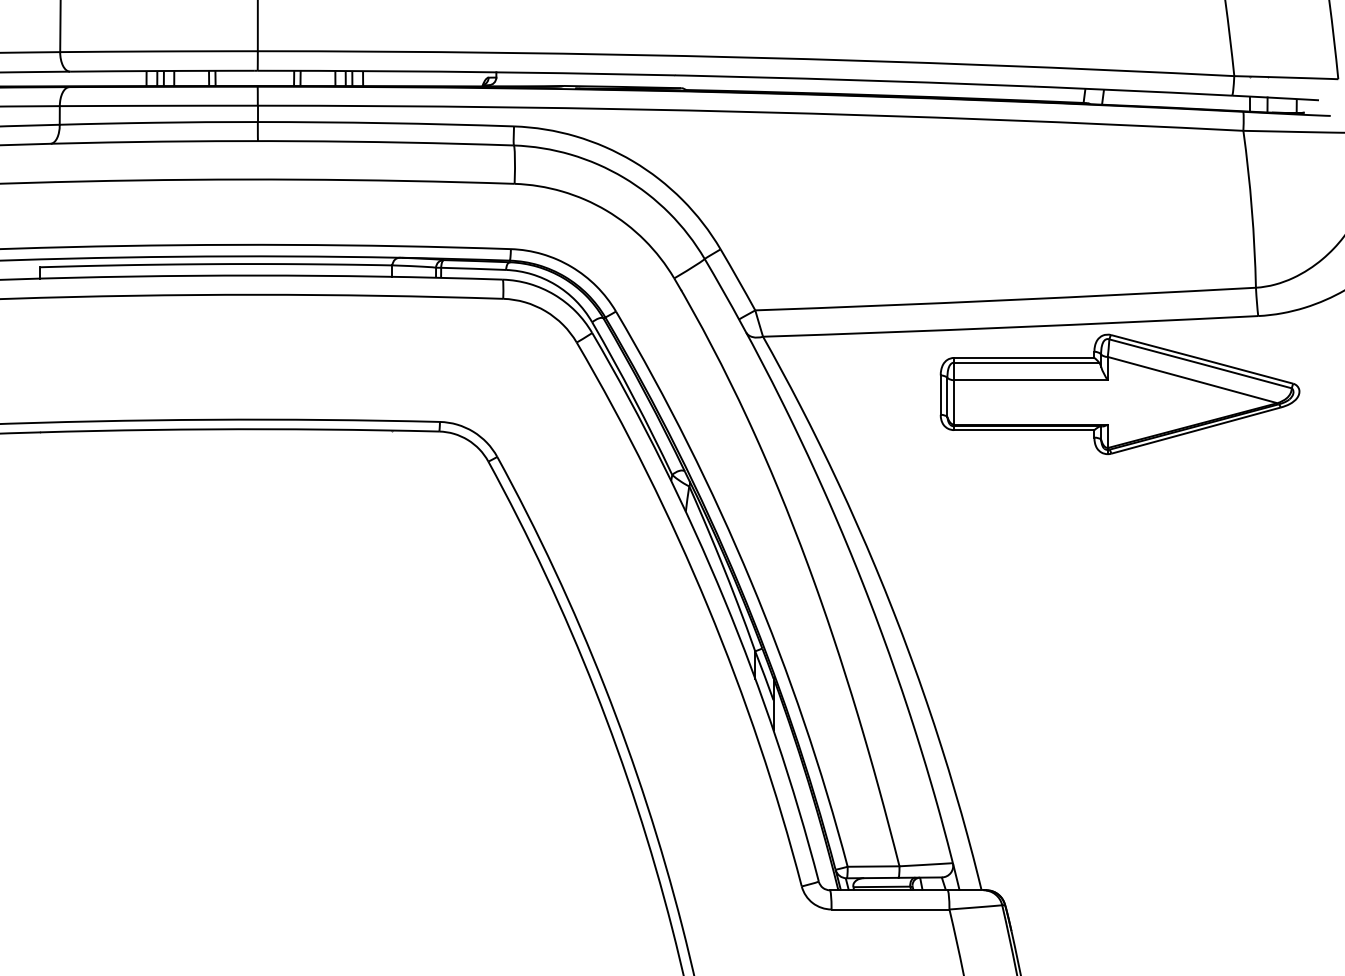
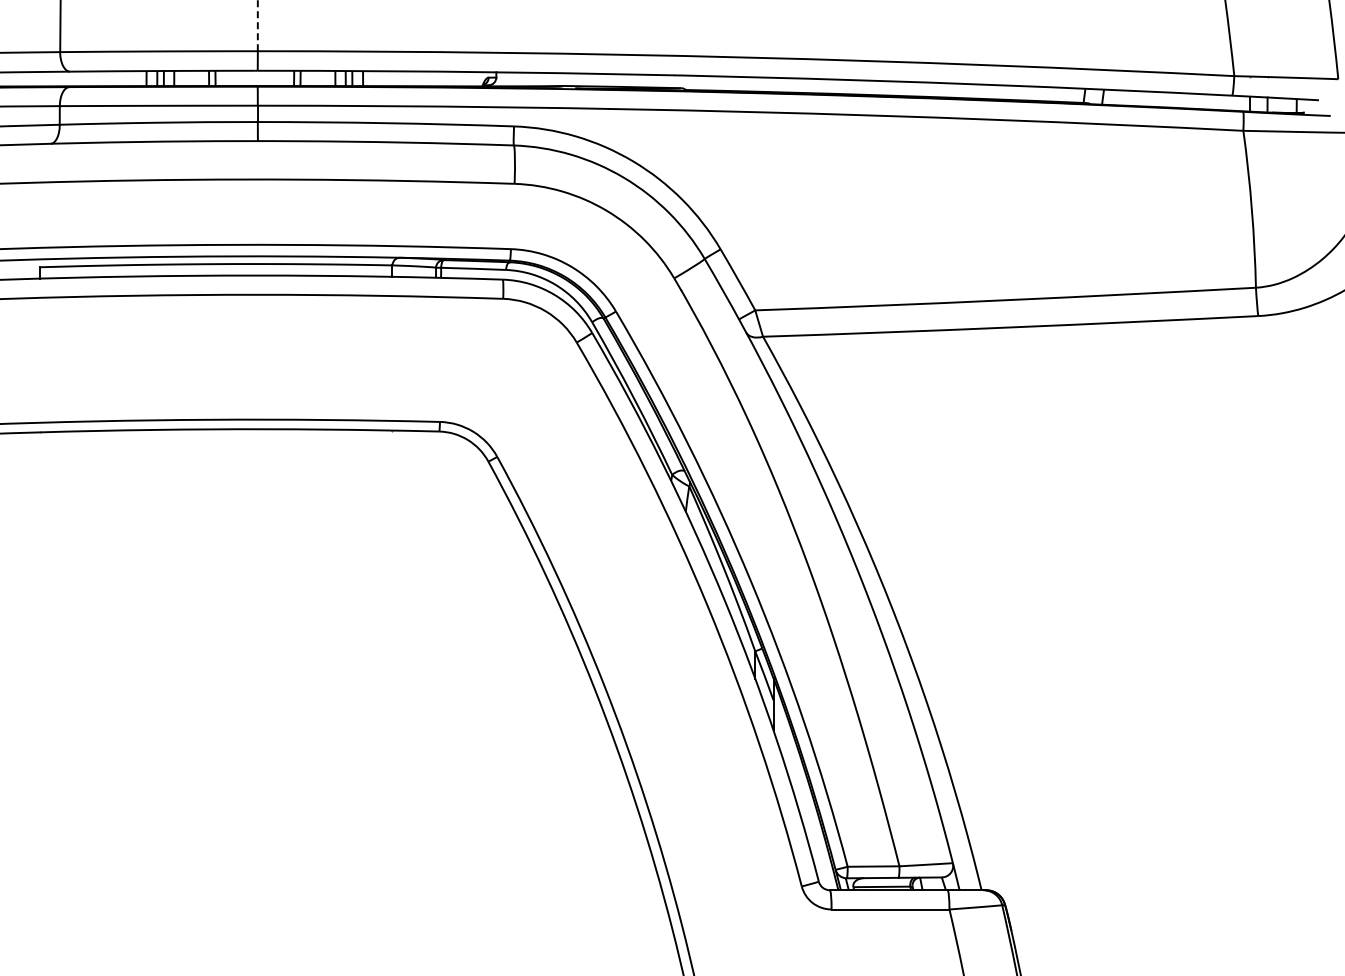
line at (257, 25): solid -> dashed
part at (1119, 394): present -> none
